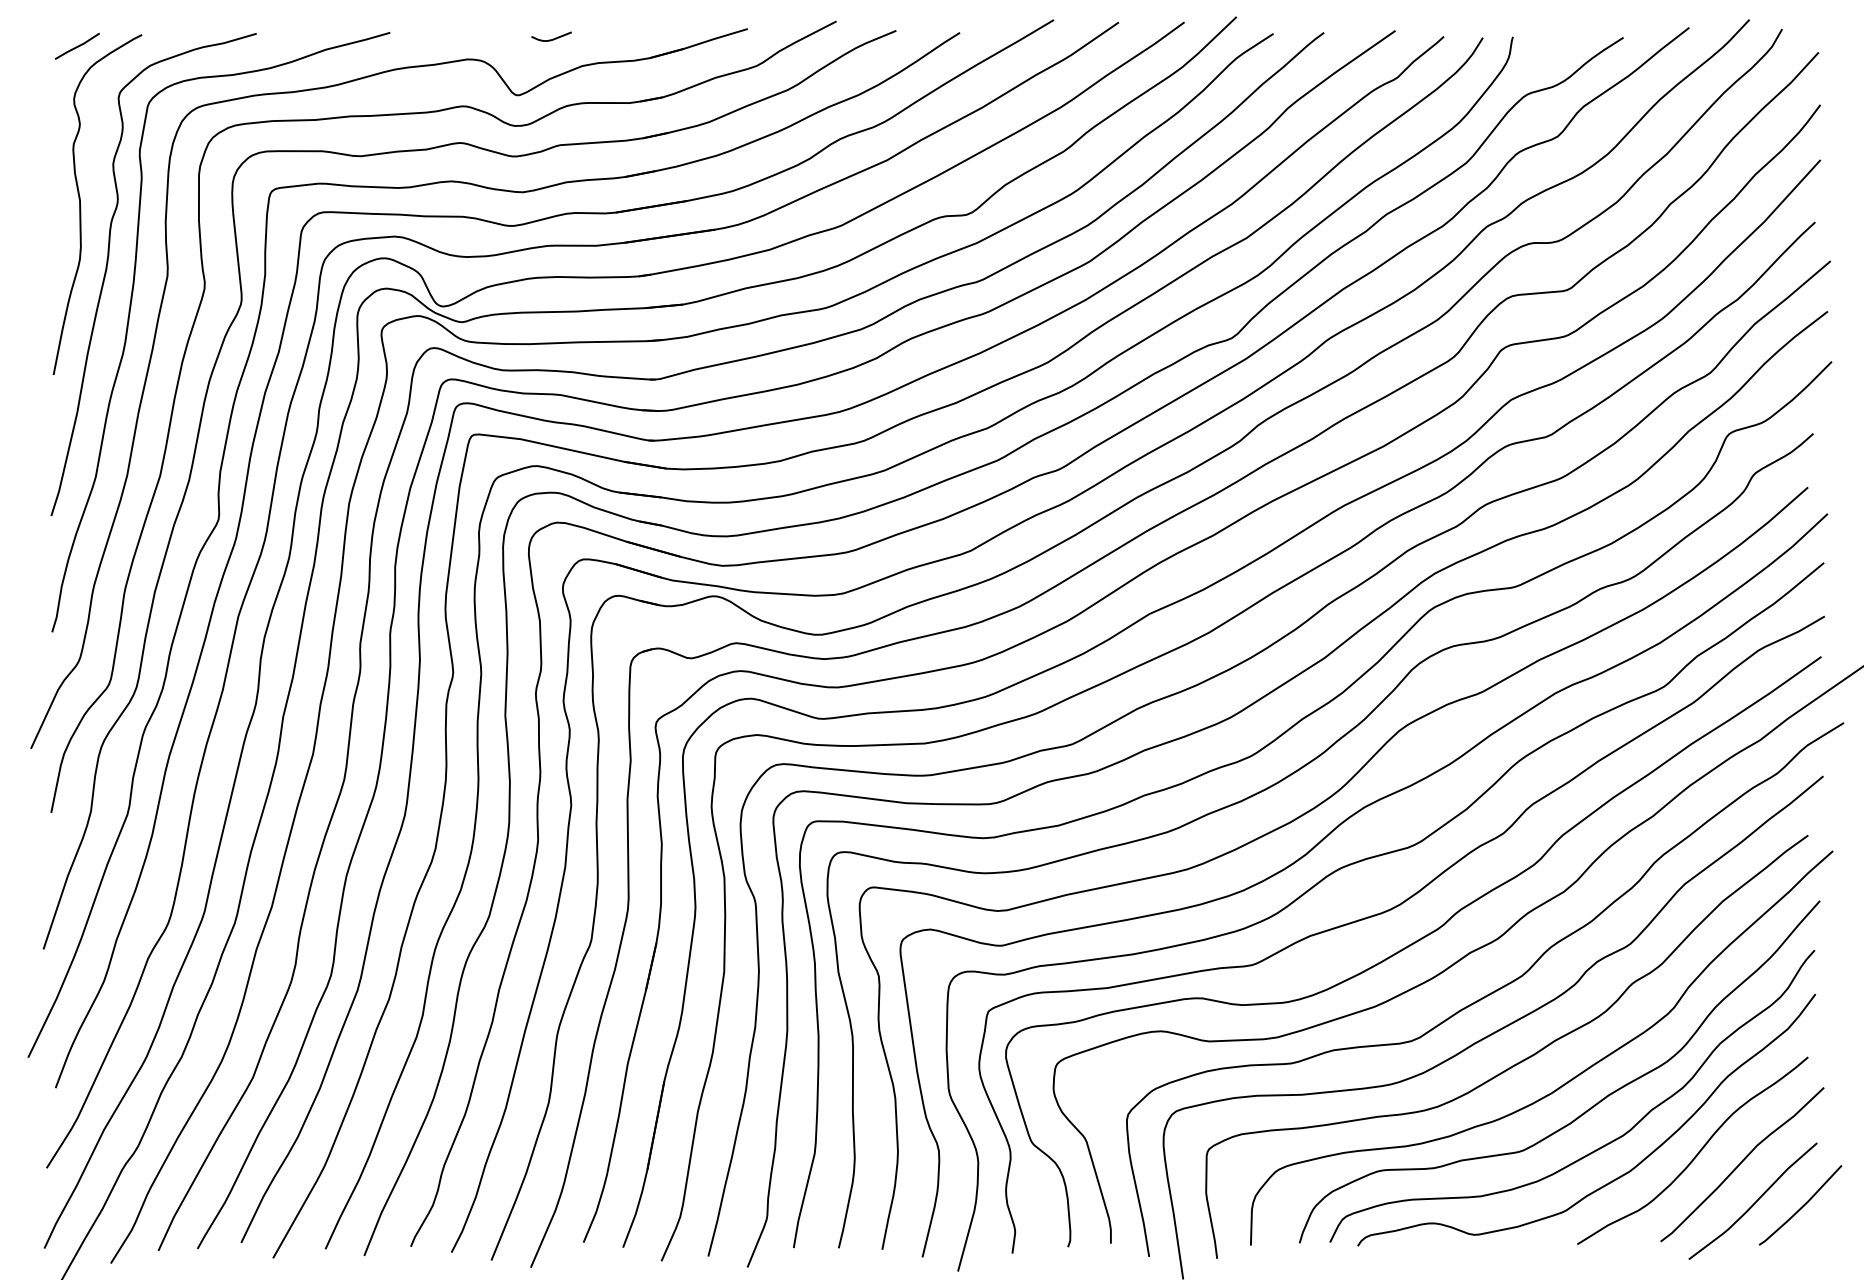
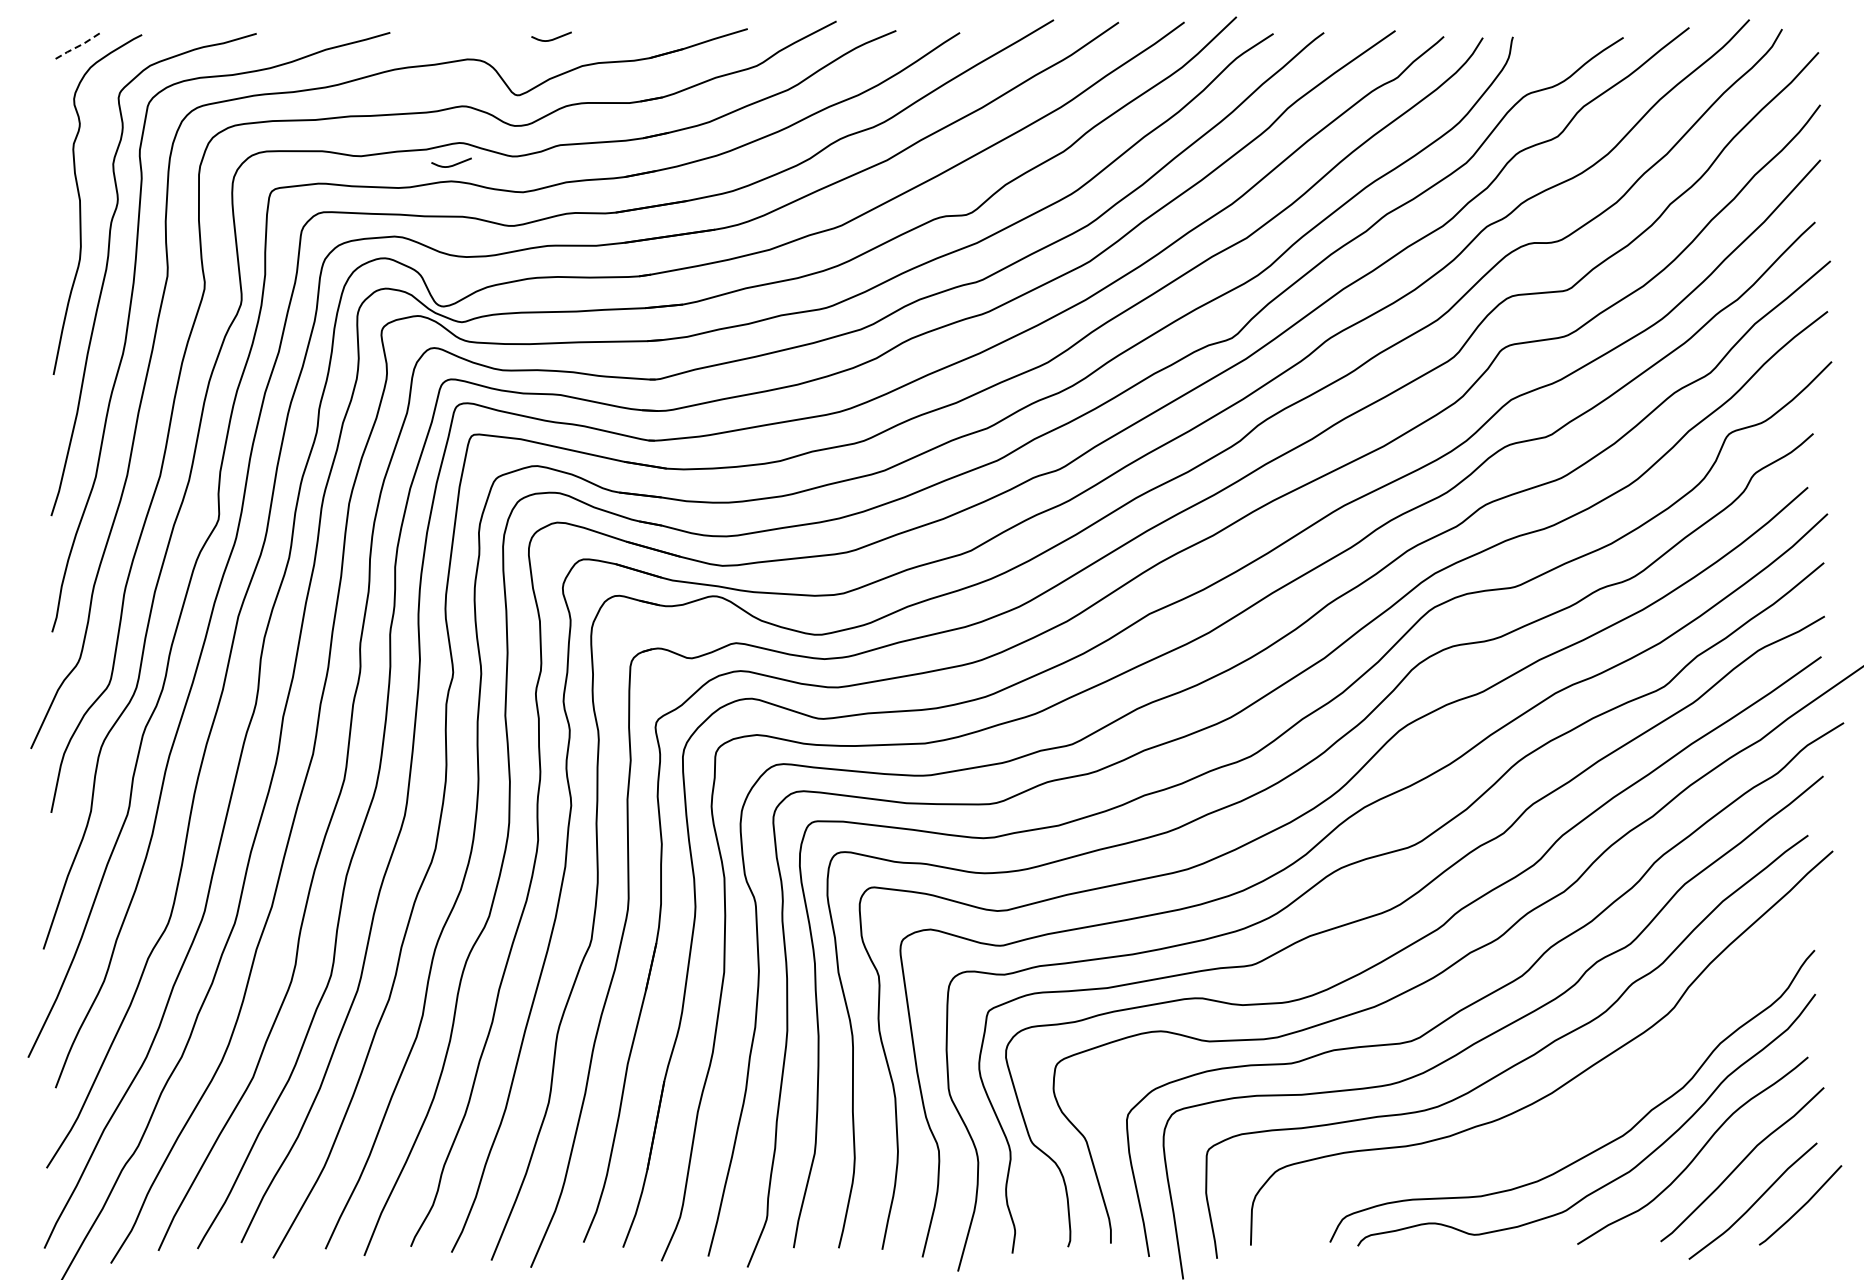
line at (76, 47): solid -> dashed
curve at (452, 164): none -> present
curve at (1587, 1109): present -> none
